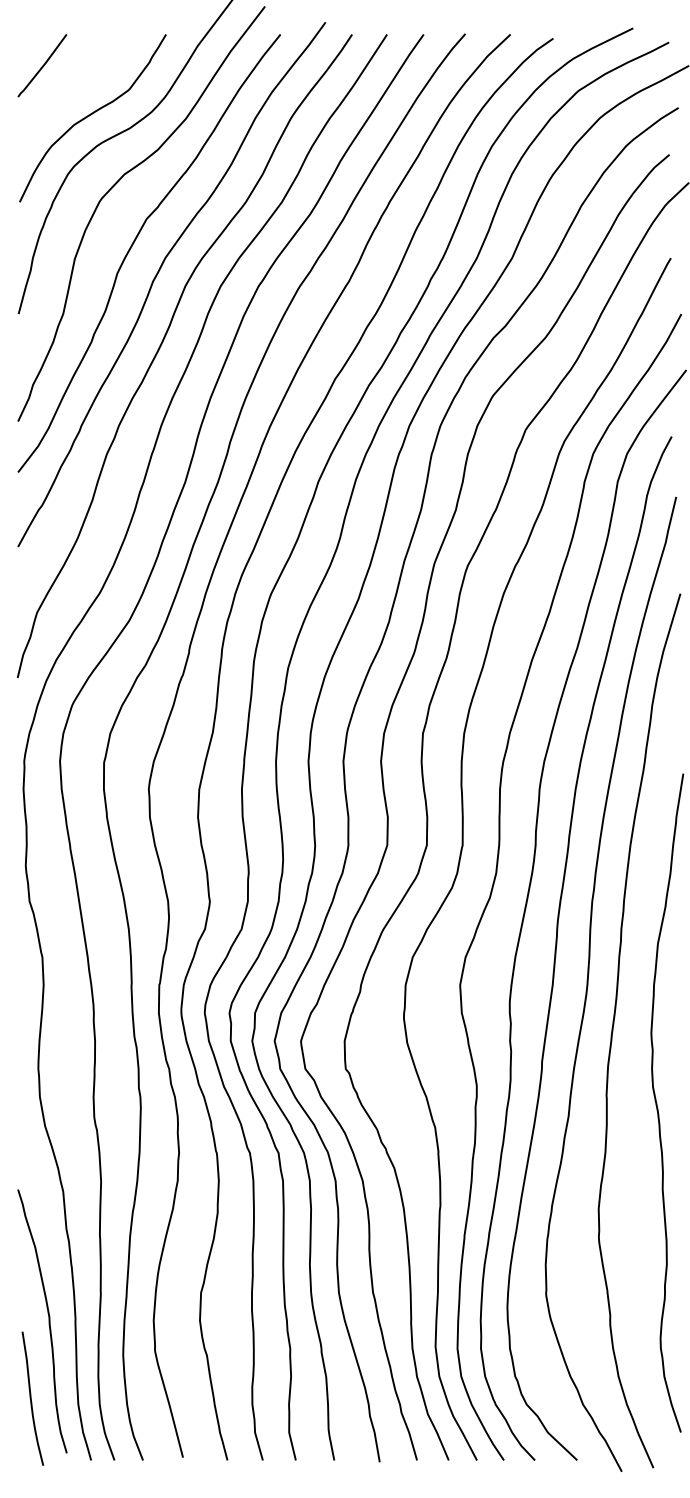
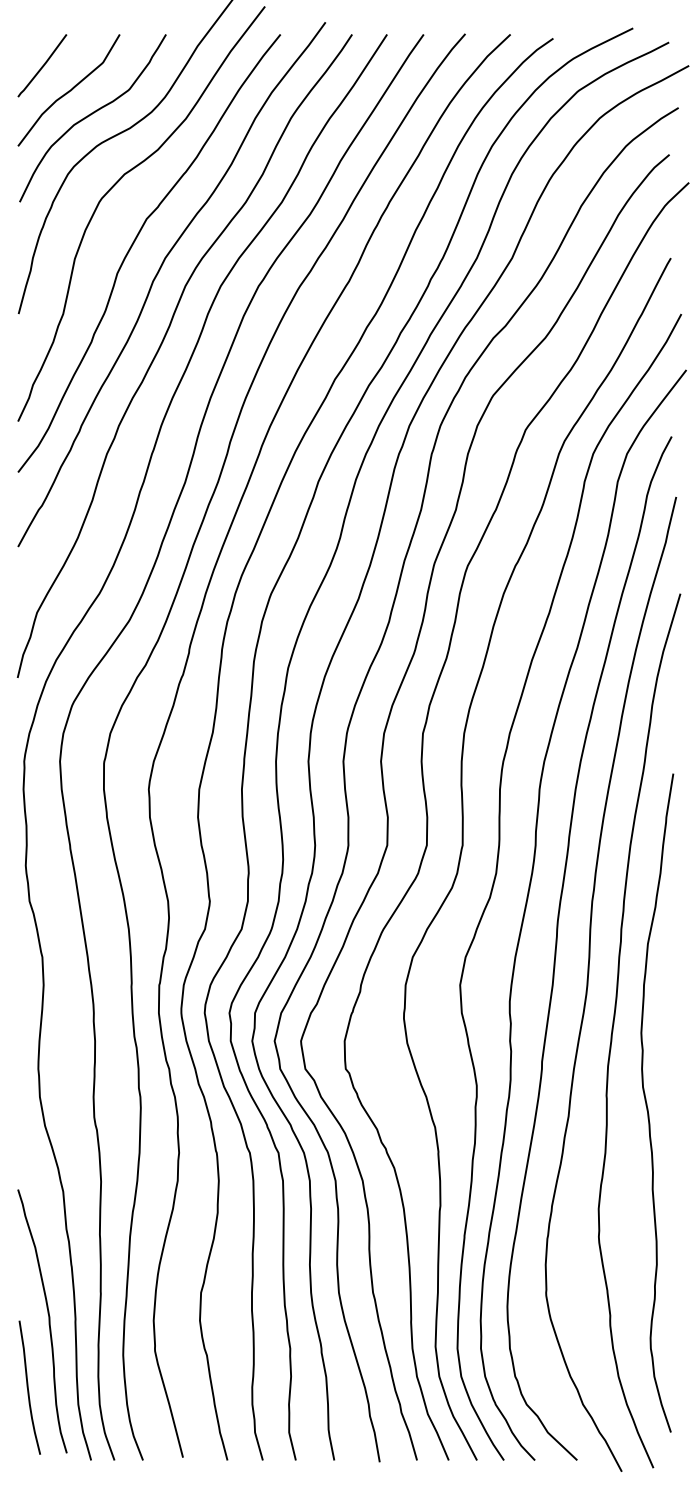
curve at (68, 90): none -> present
curve at (657, 1103) position: (657, 1103) -> (647, 1103)
curve at (31, 1398) position: (31, 1398) -> (28, 1387)
